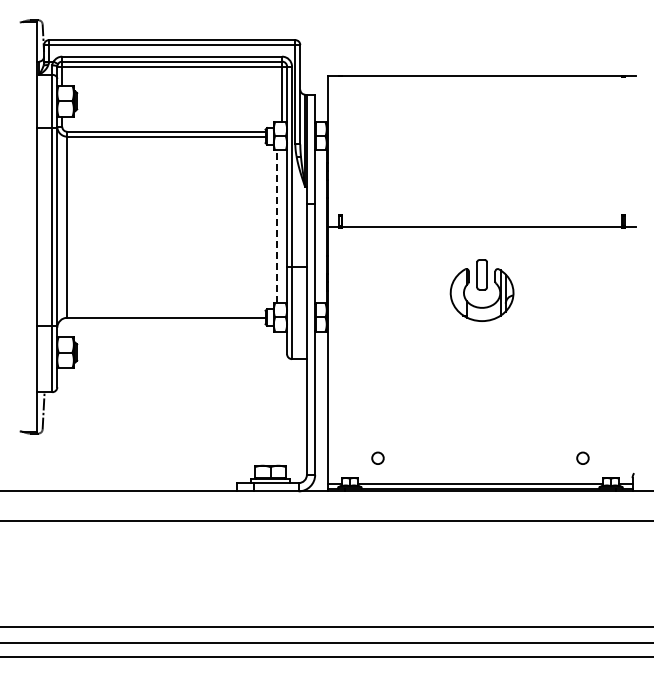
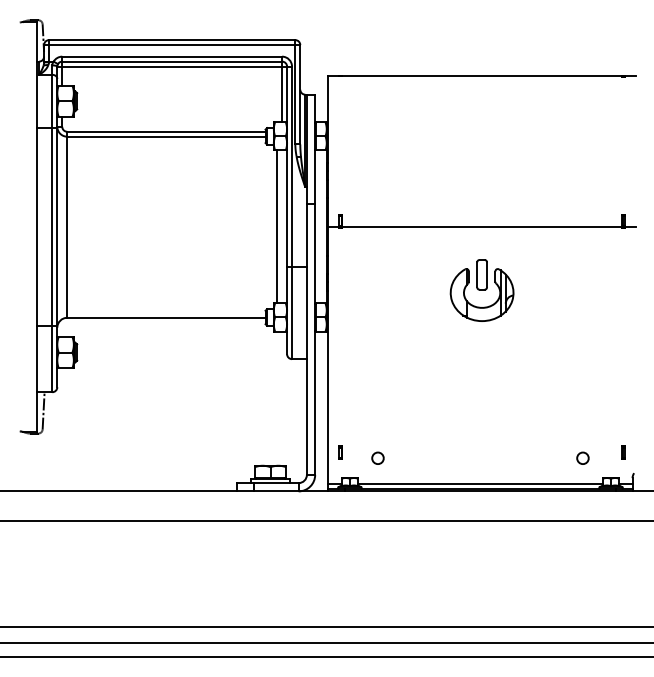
line at (277, 226): dashed -> solid
part at (340, 452): none -> present
part at (623, 452): none -> present
